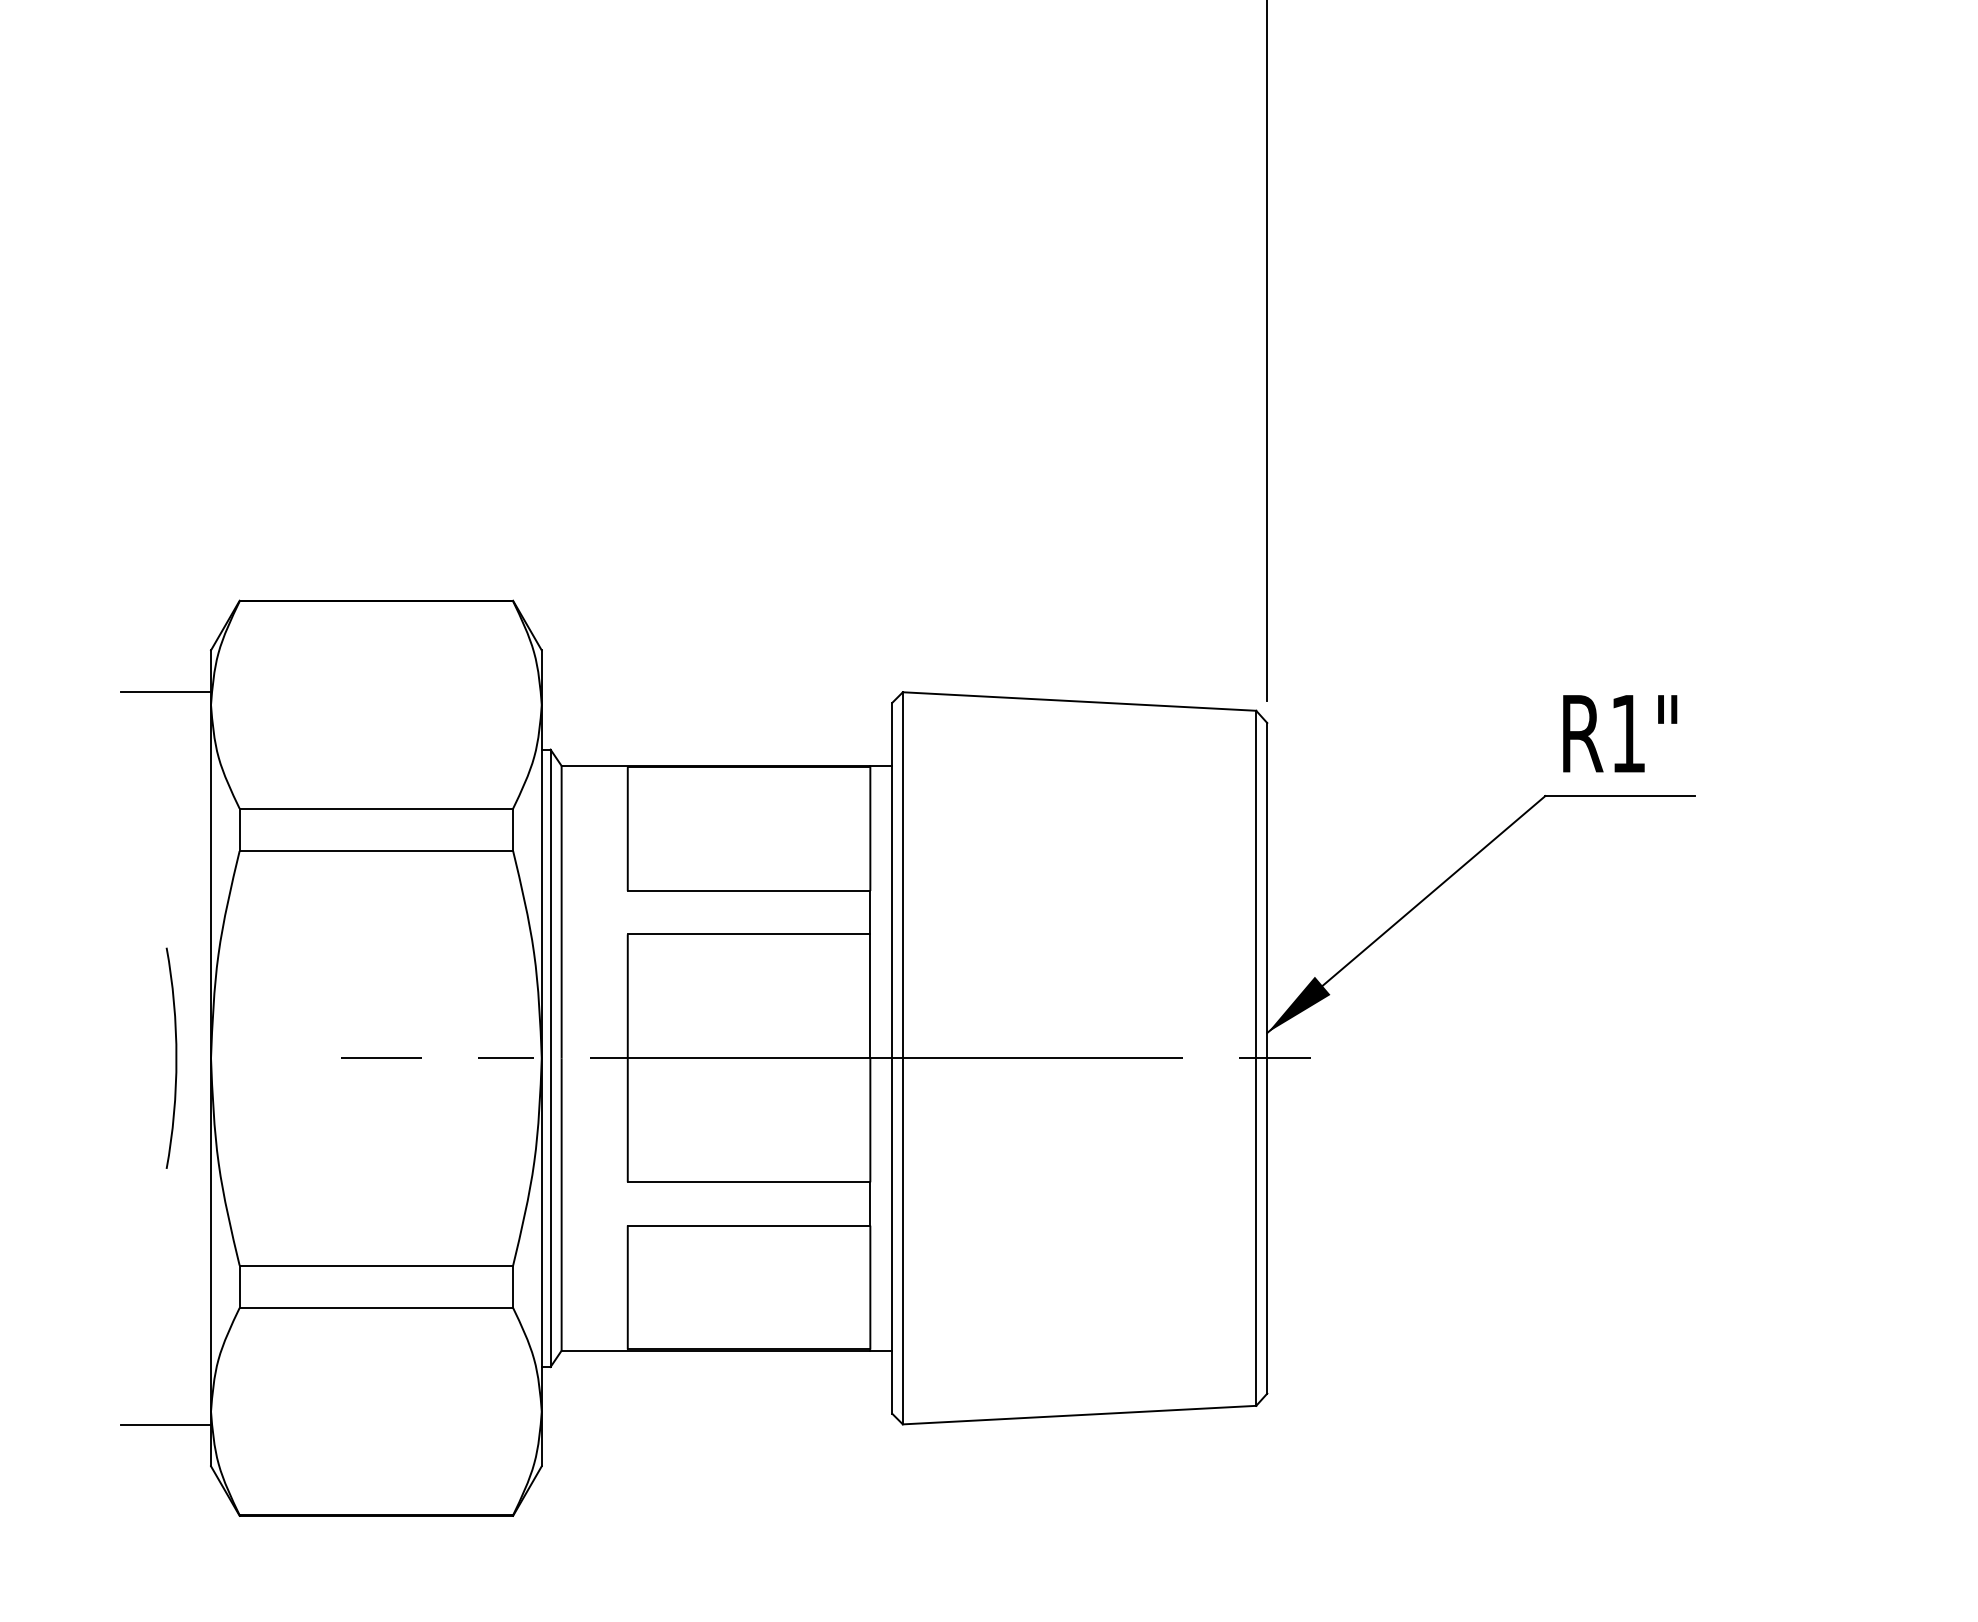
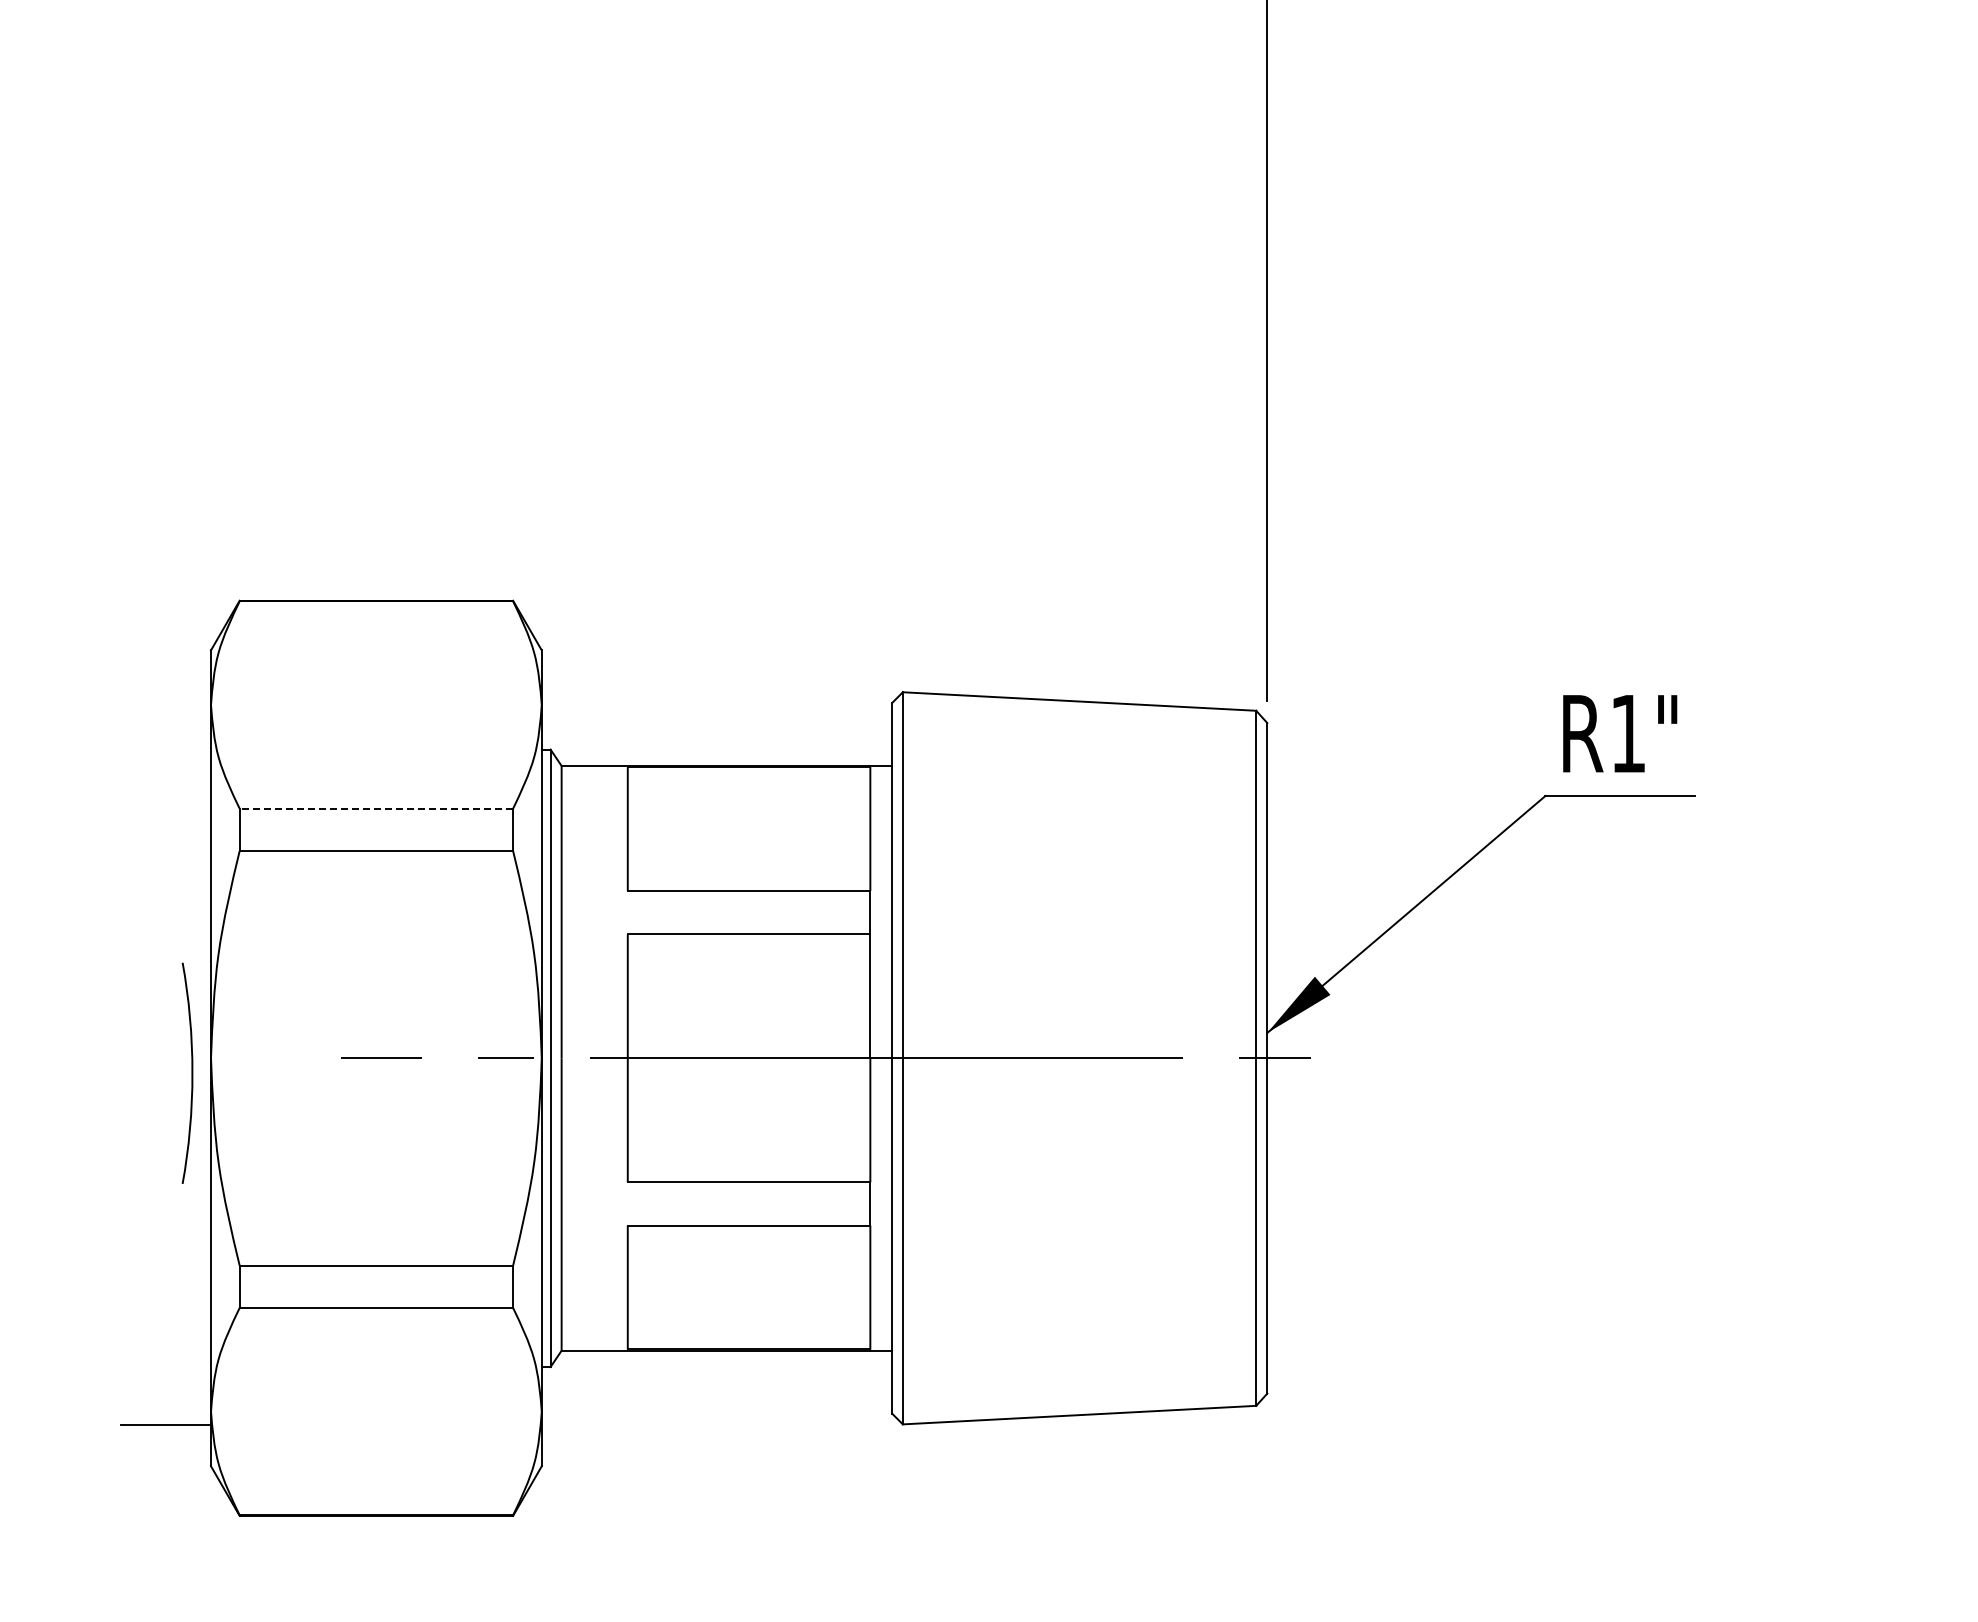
line at (165, 691): present -> none
line at (376, 808): solid -> dashed
curve at (175, 1057) position: (175, 1057) -> (191, 1072)
